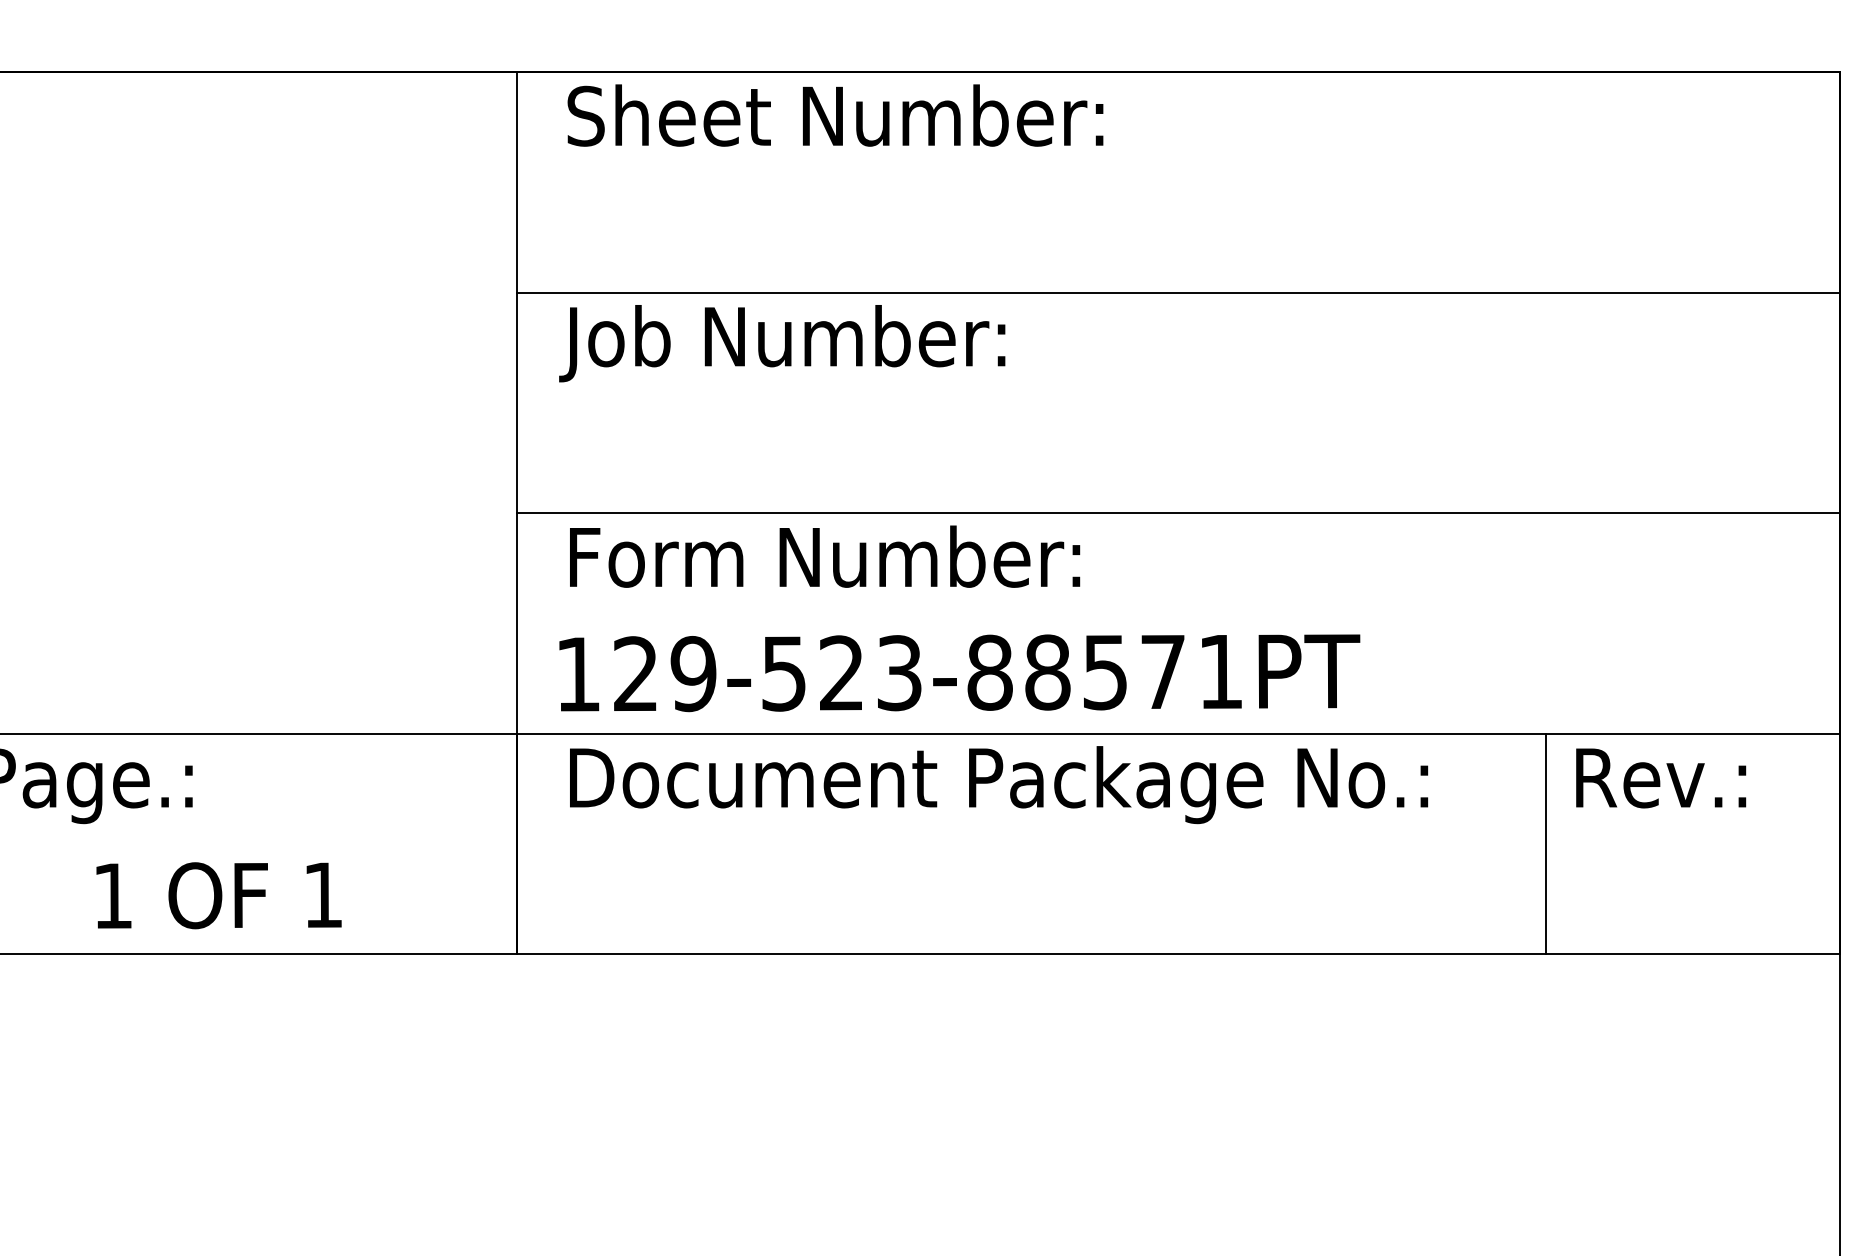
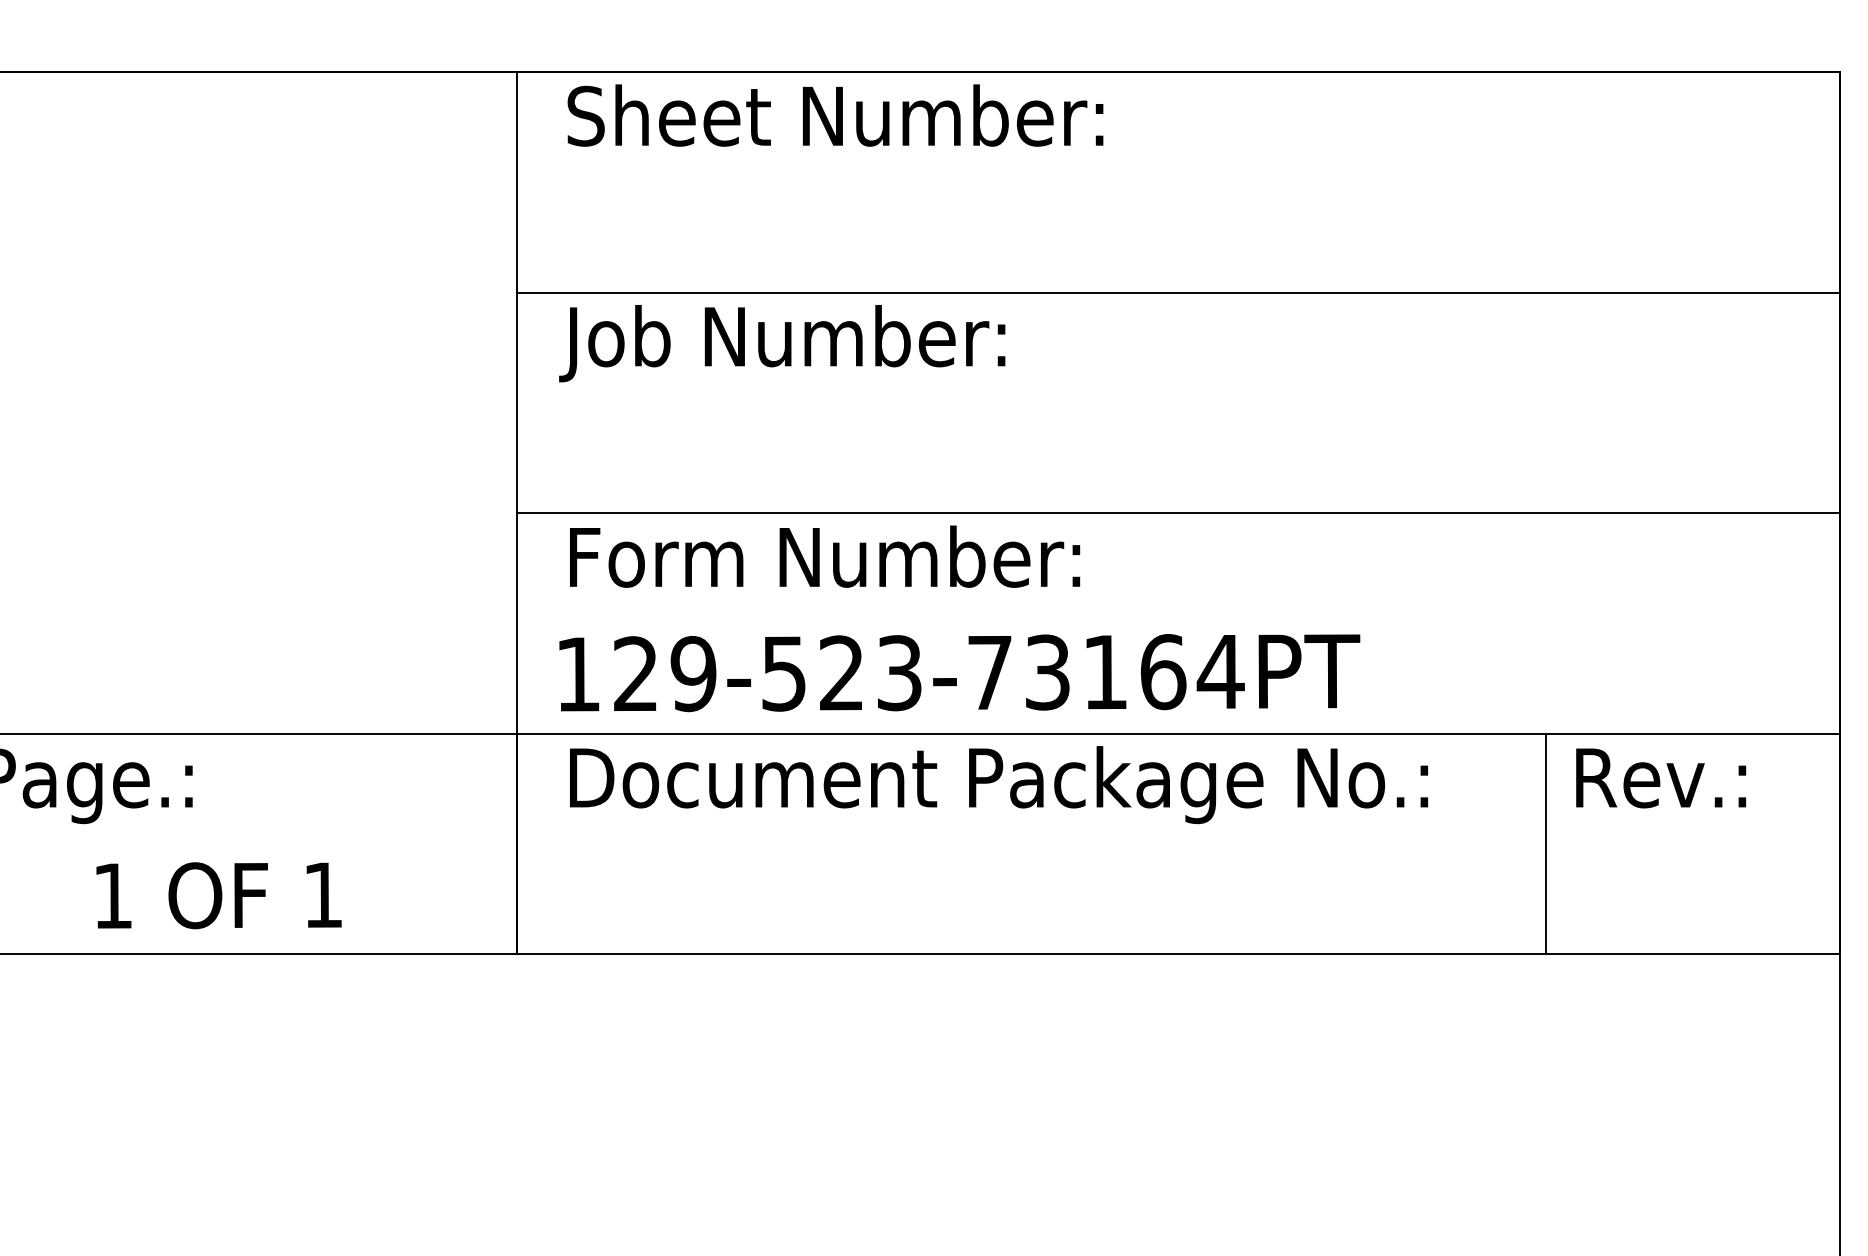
text at (1105, 672): 129-523-88571PT -> 129-523-73164PT
